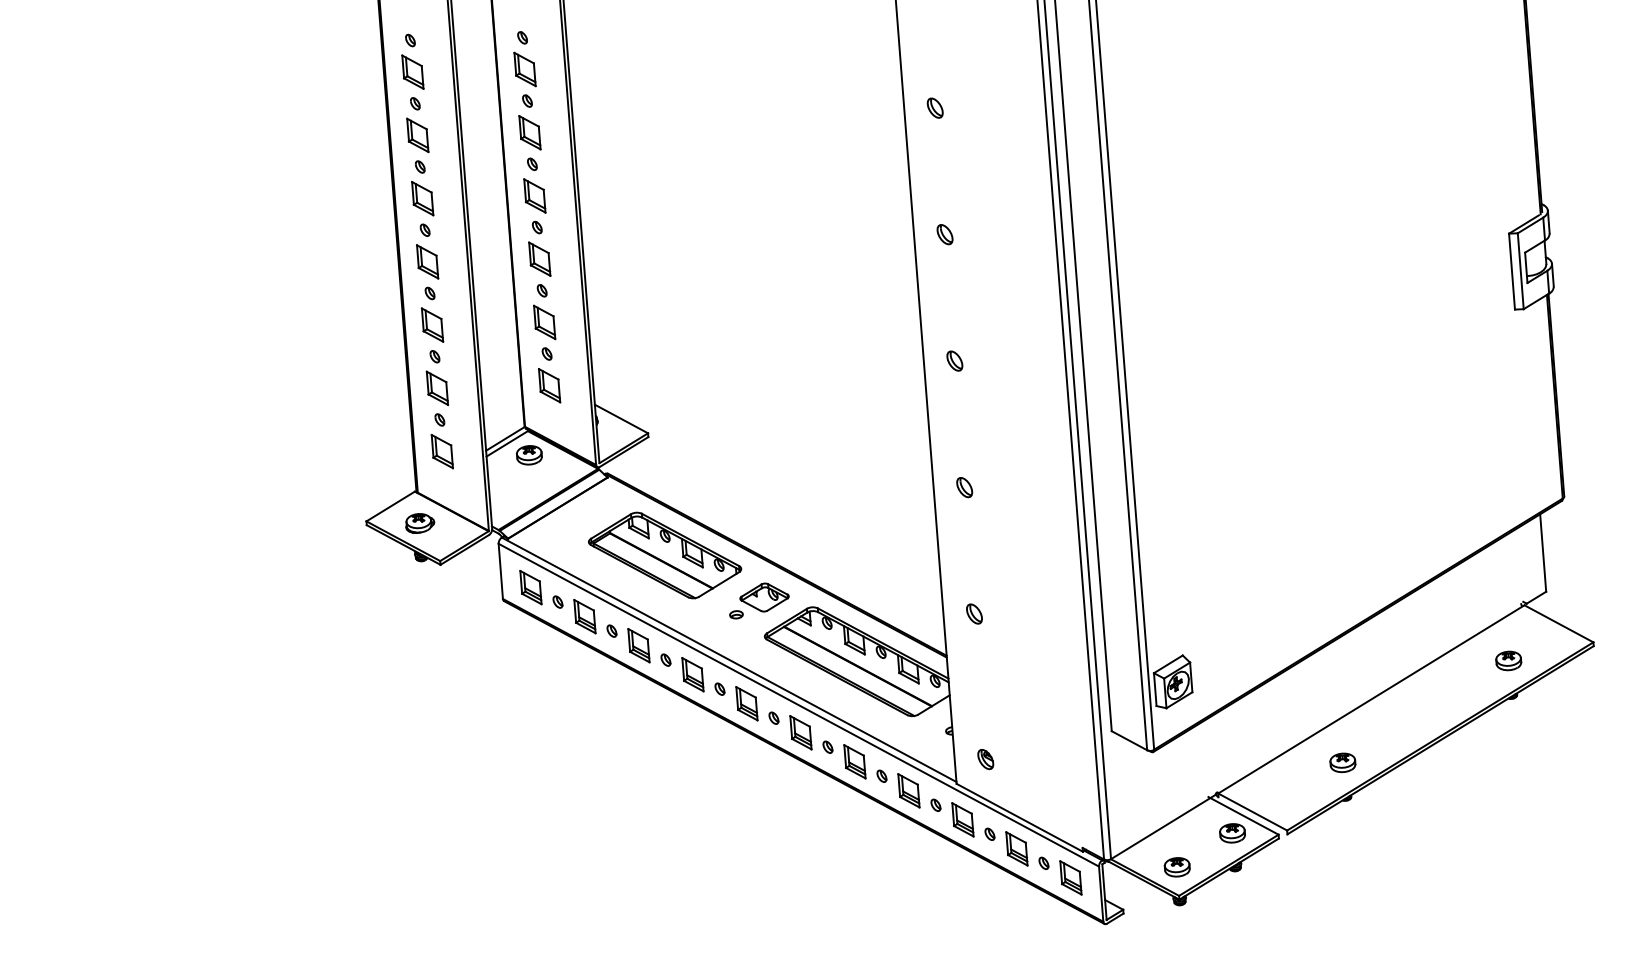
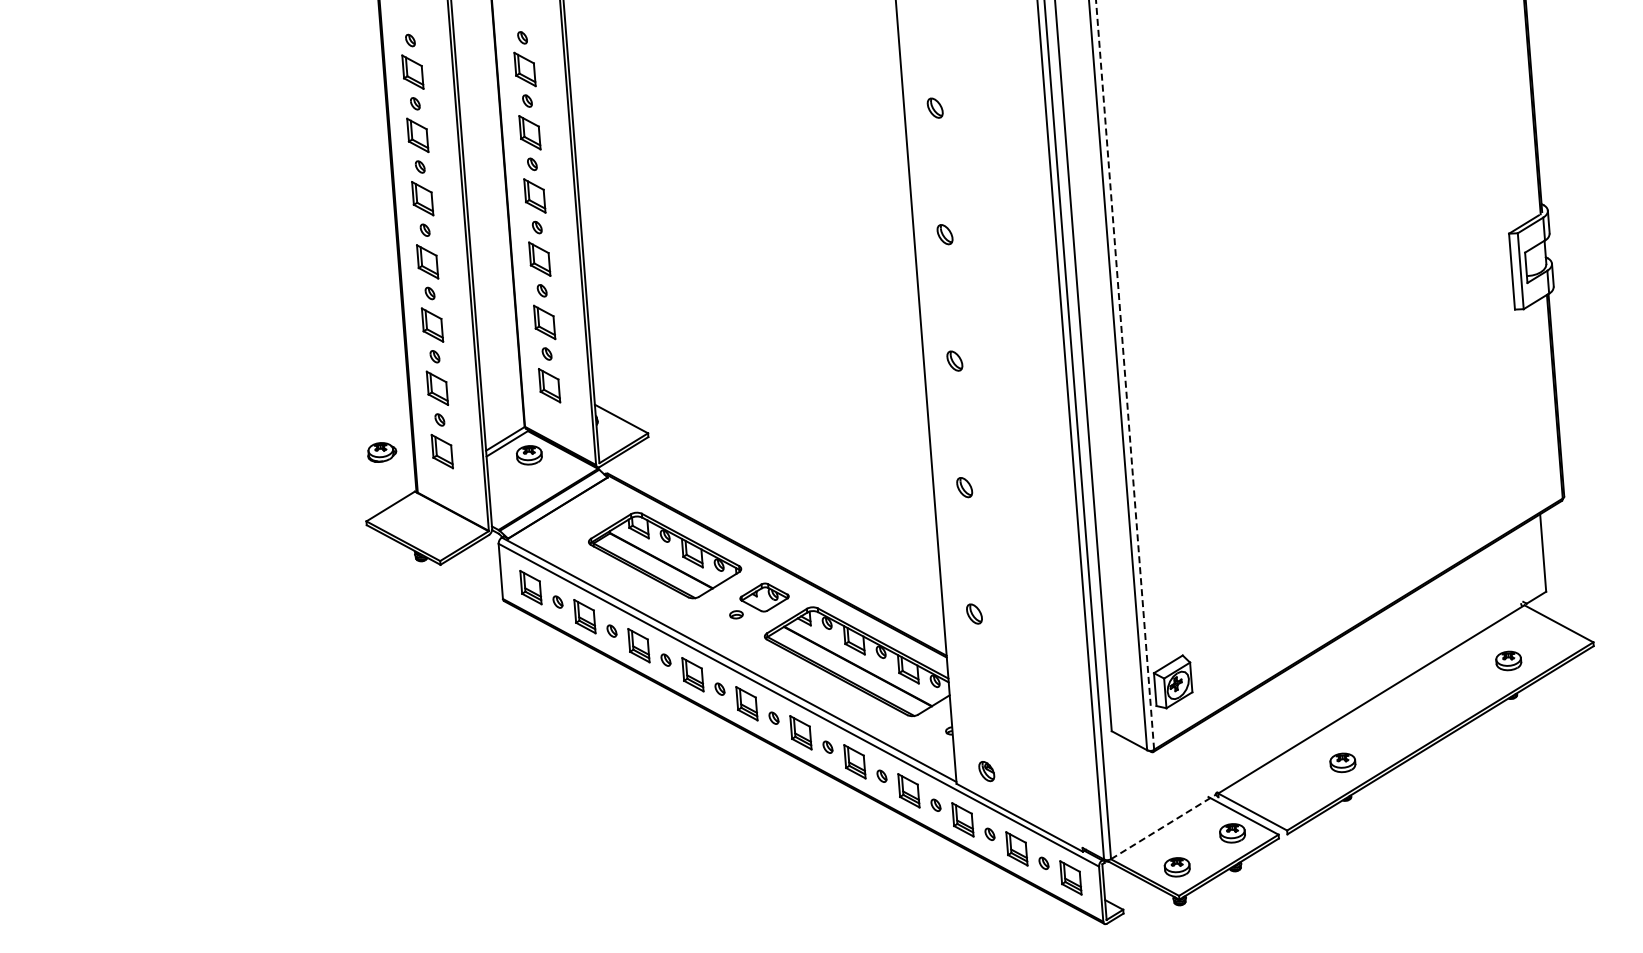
line at (1125, 374): solid -> dashed
part at (420, 523) position: (420, 523) -> (382, 452)
part at (985, 759) position: (985, 759) -> (986, 771)
line at (1163, 826): solid -> dashed
